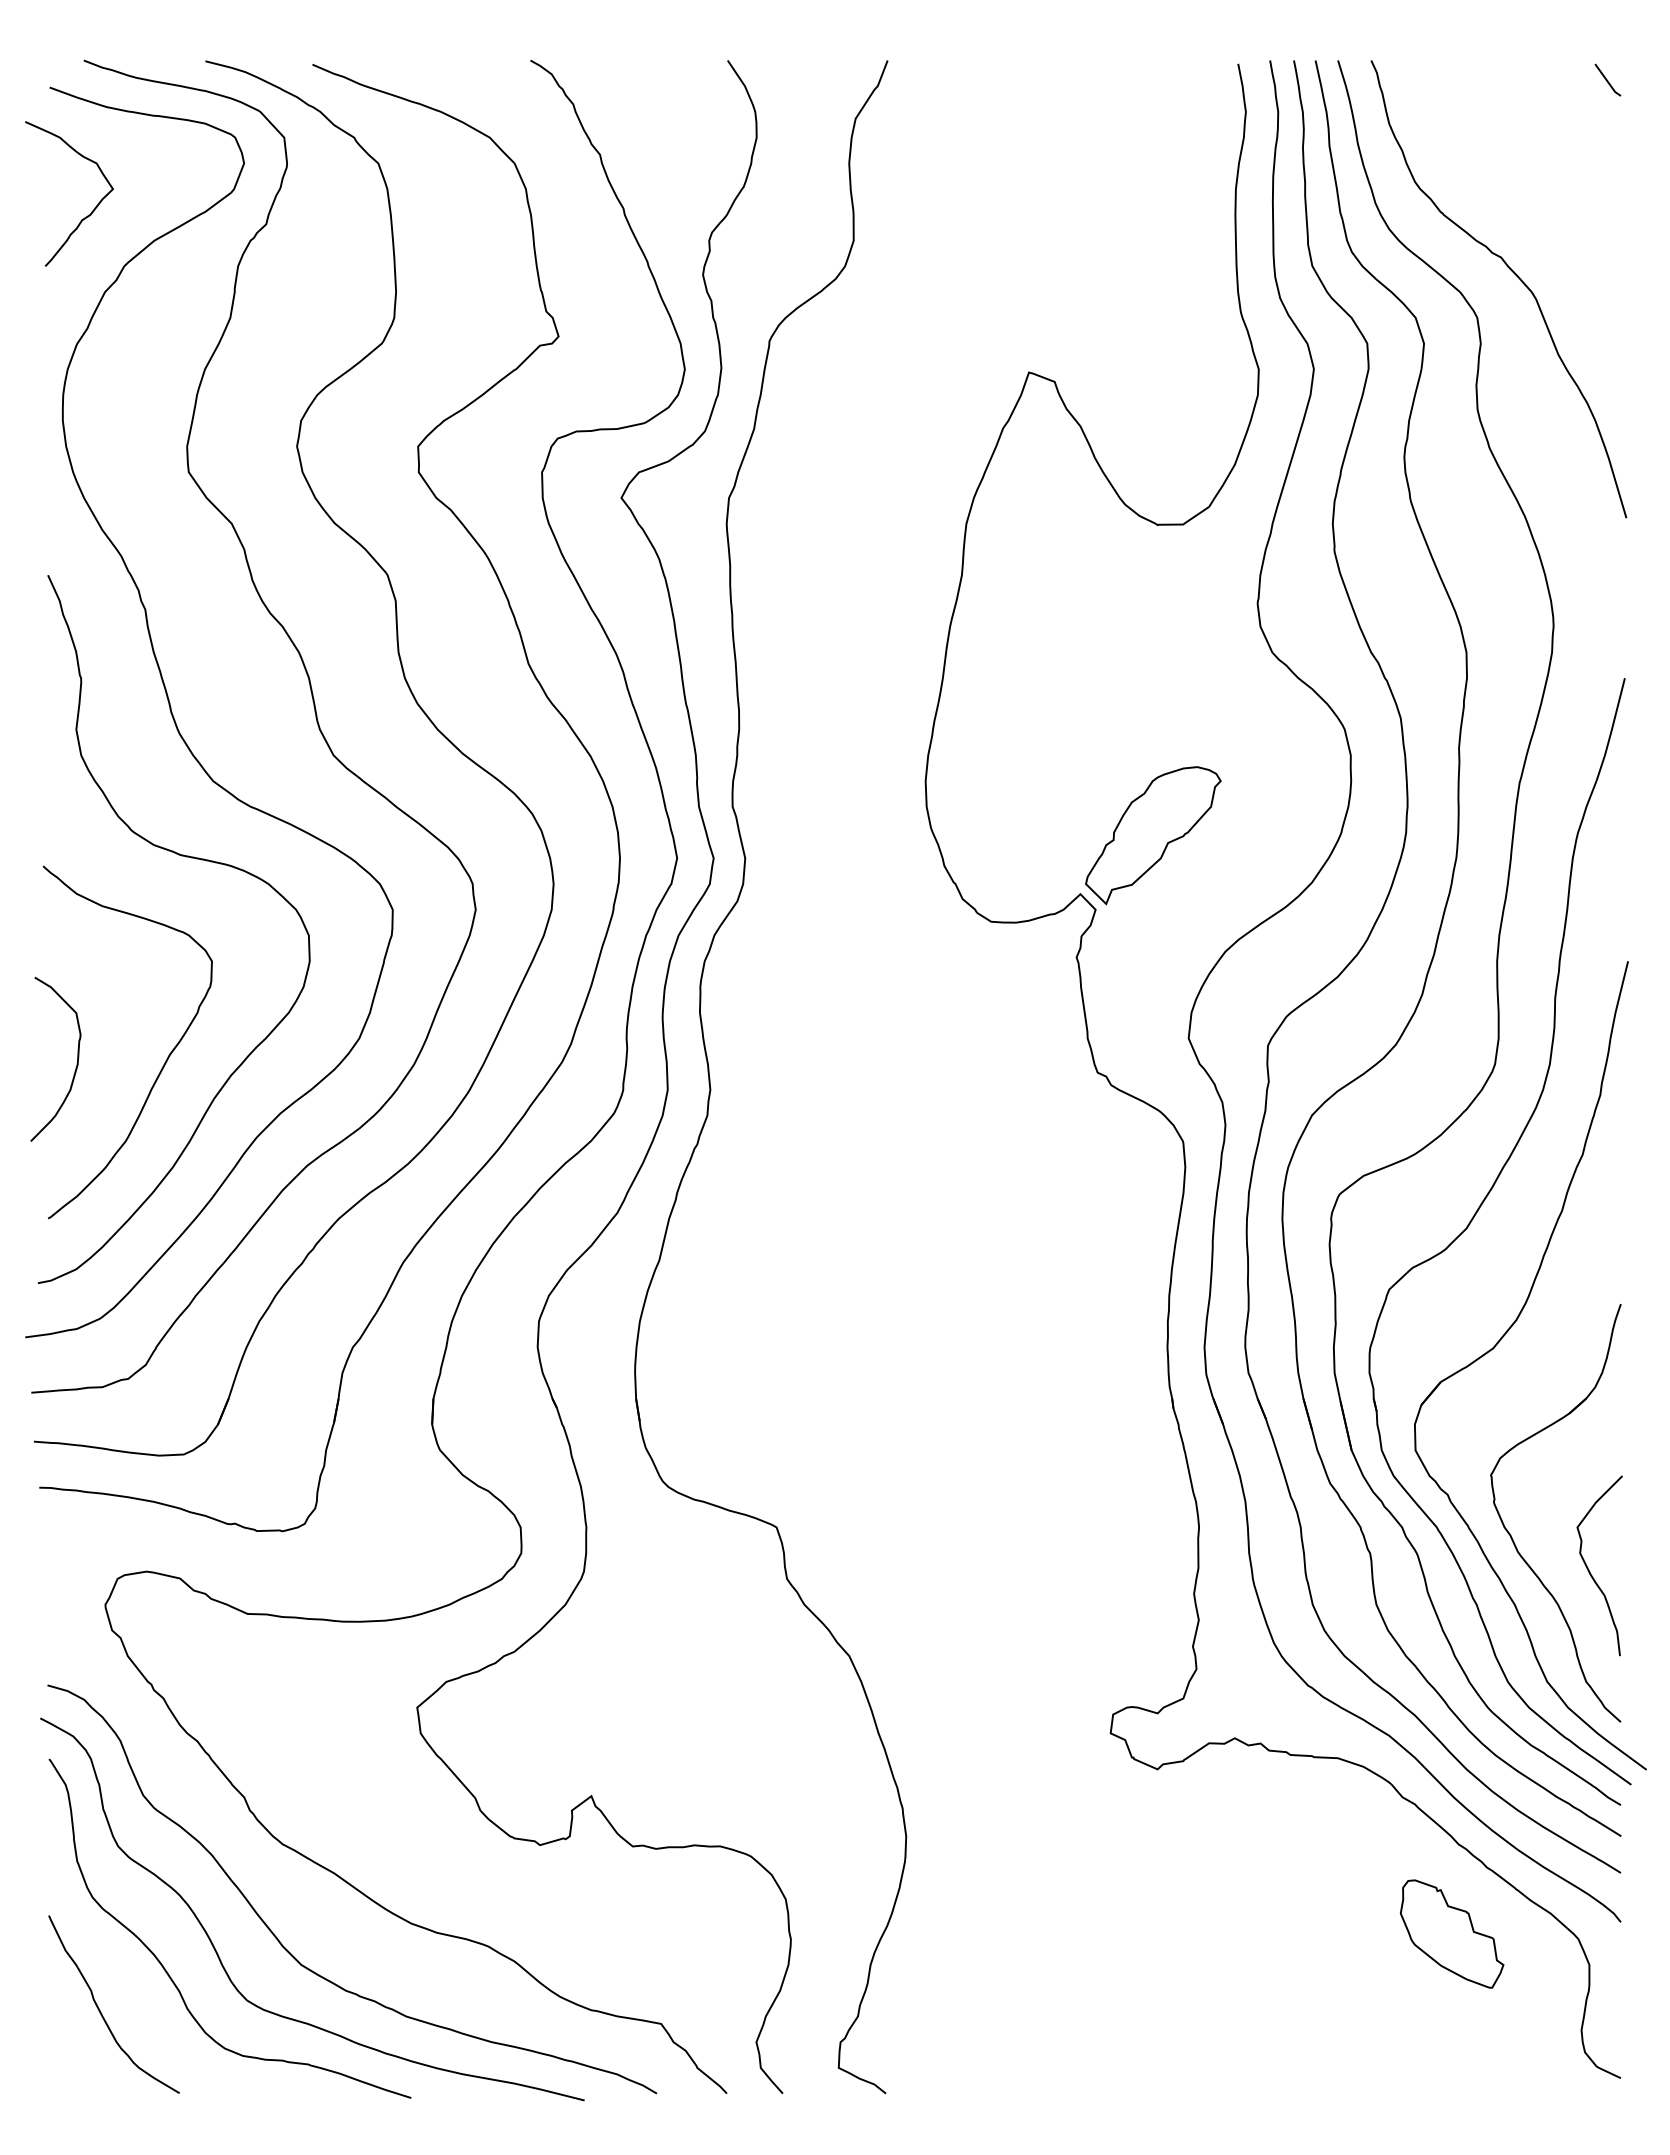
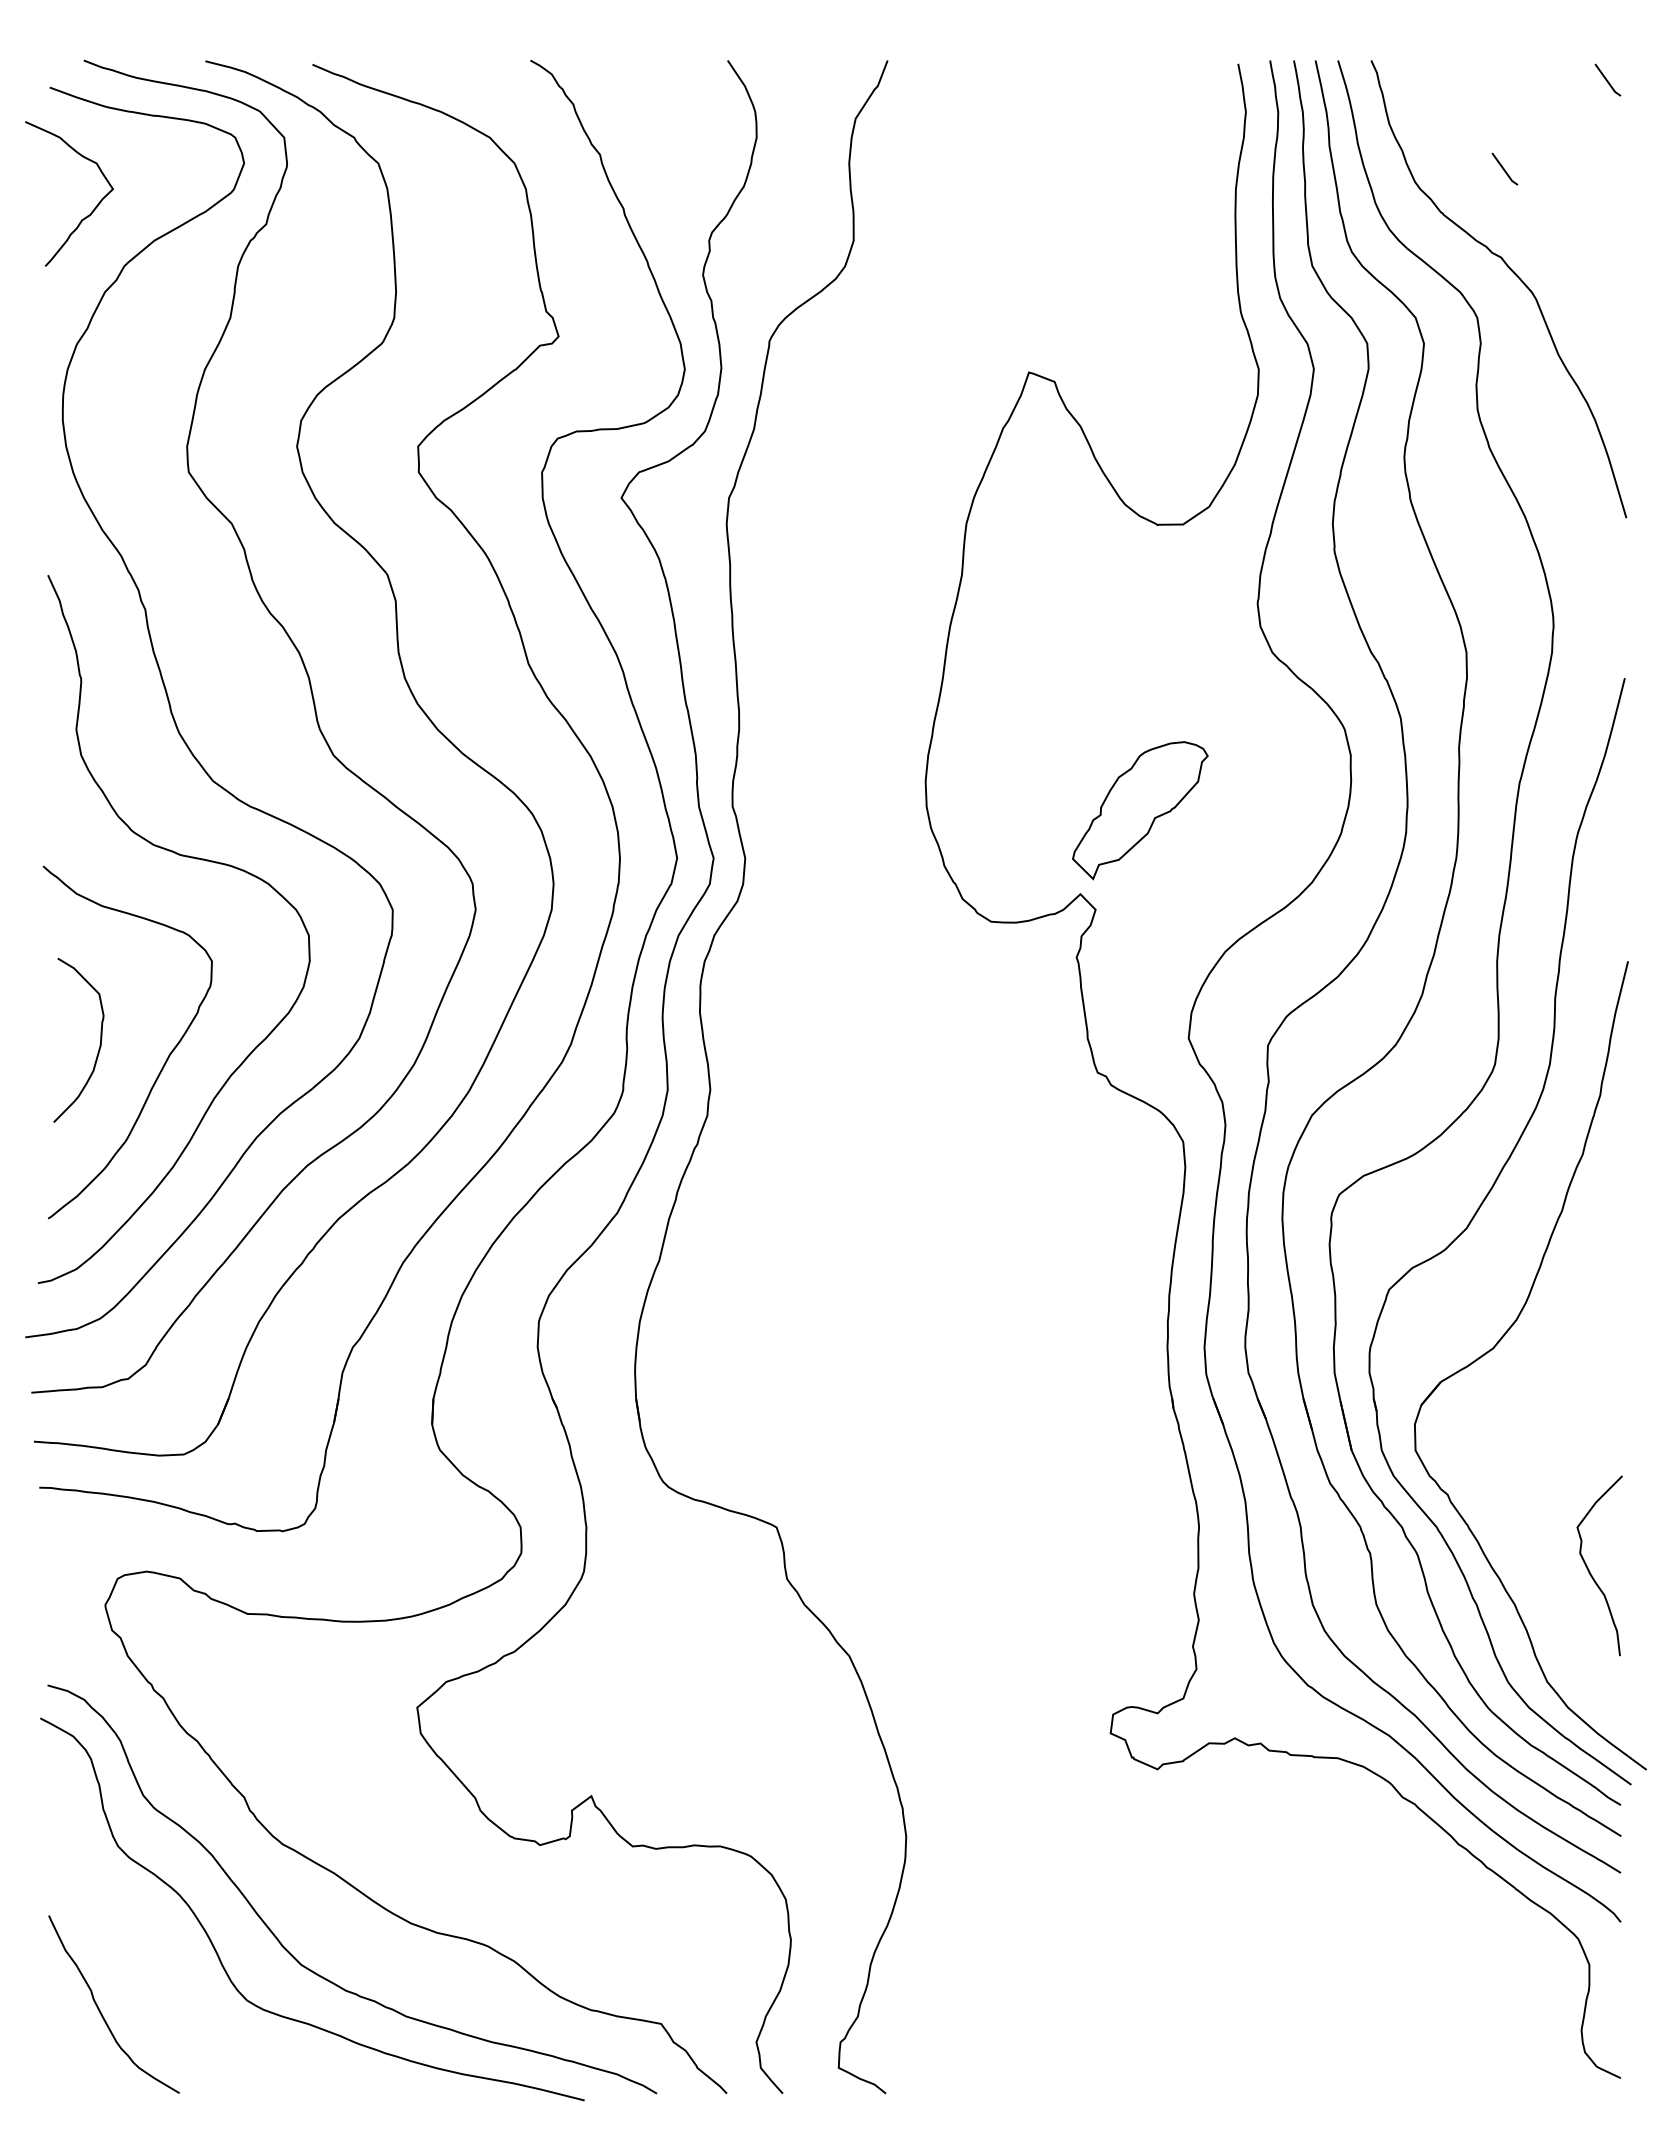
line at (1504, 168): none -> present
part at (1153, 835) position: (1153, 835) -> (1140, 810)
curve at (76, 1063) position: (76, 1063) -> (99, 1044)
part at (1511, 1535): present -> none
part at (1451, 1933): present -> none
curve at (167, 1971): present -> none
